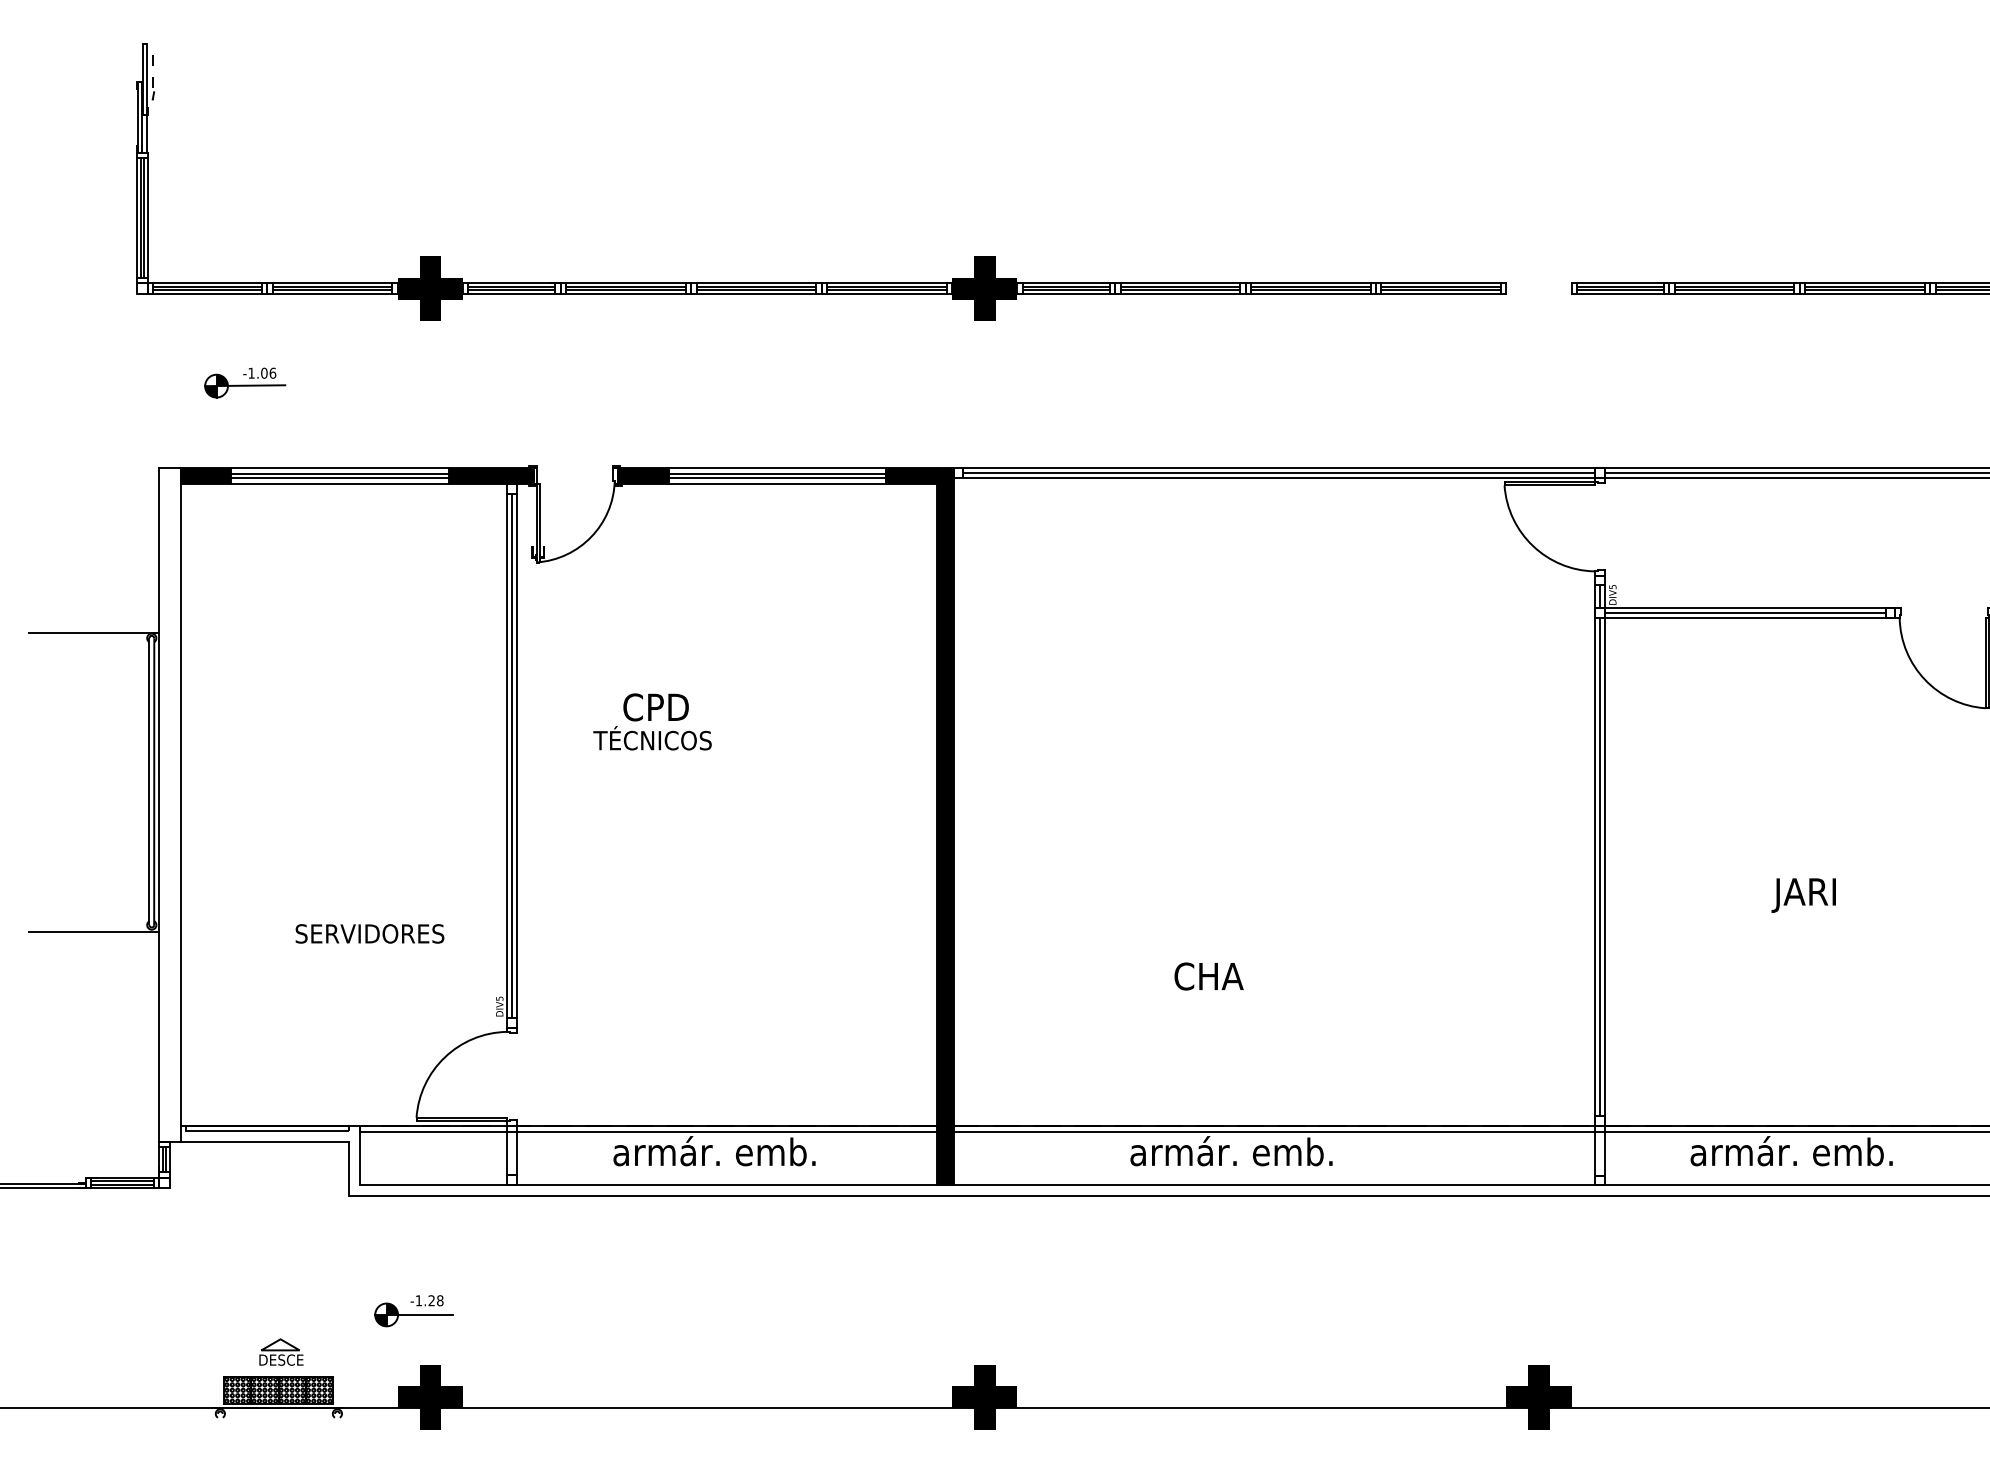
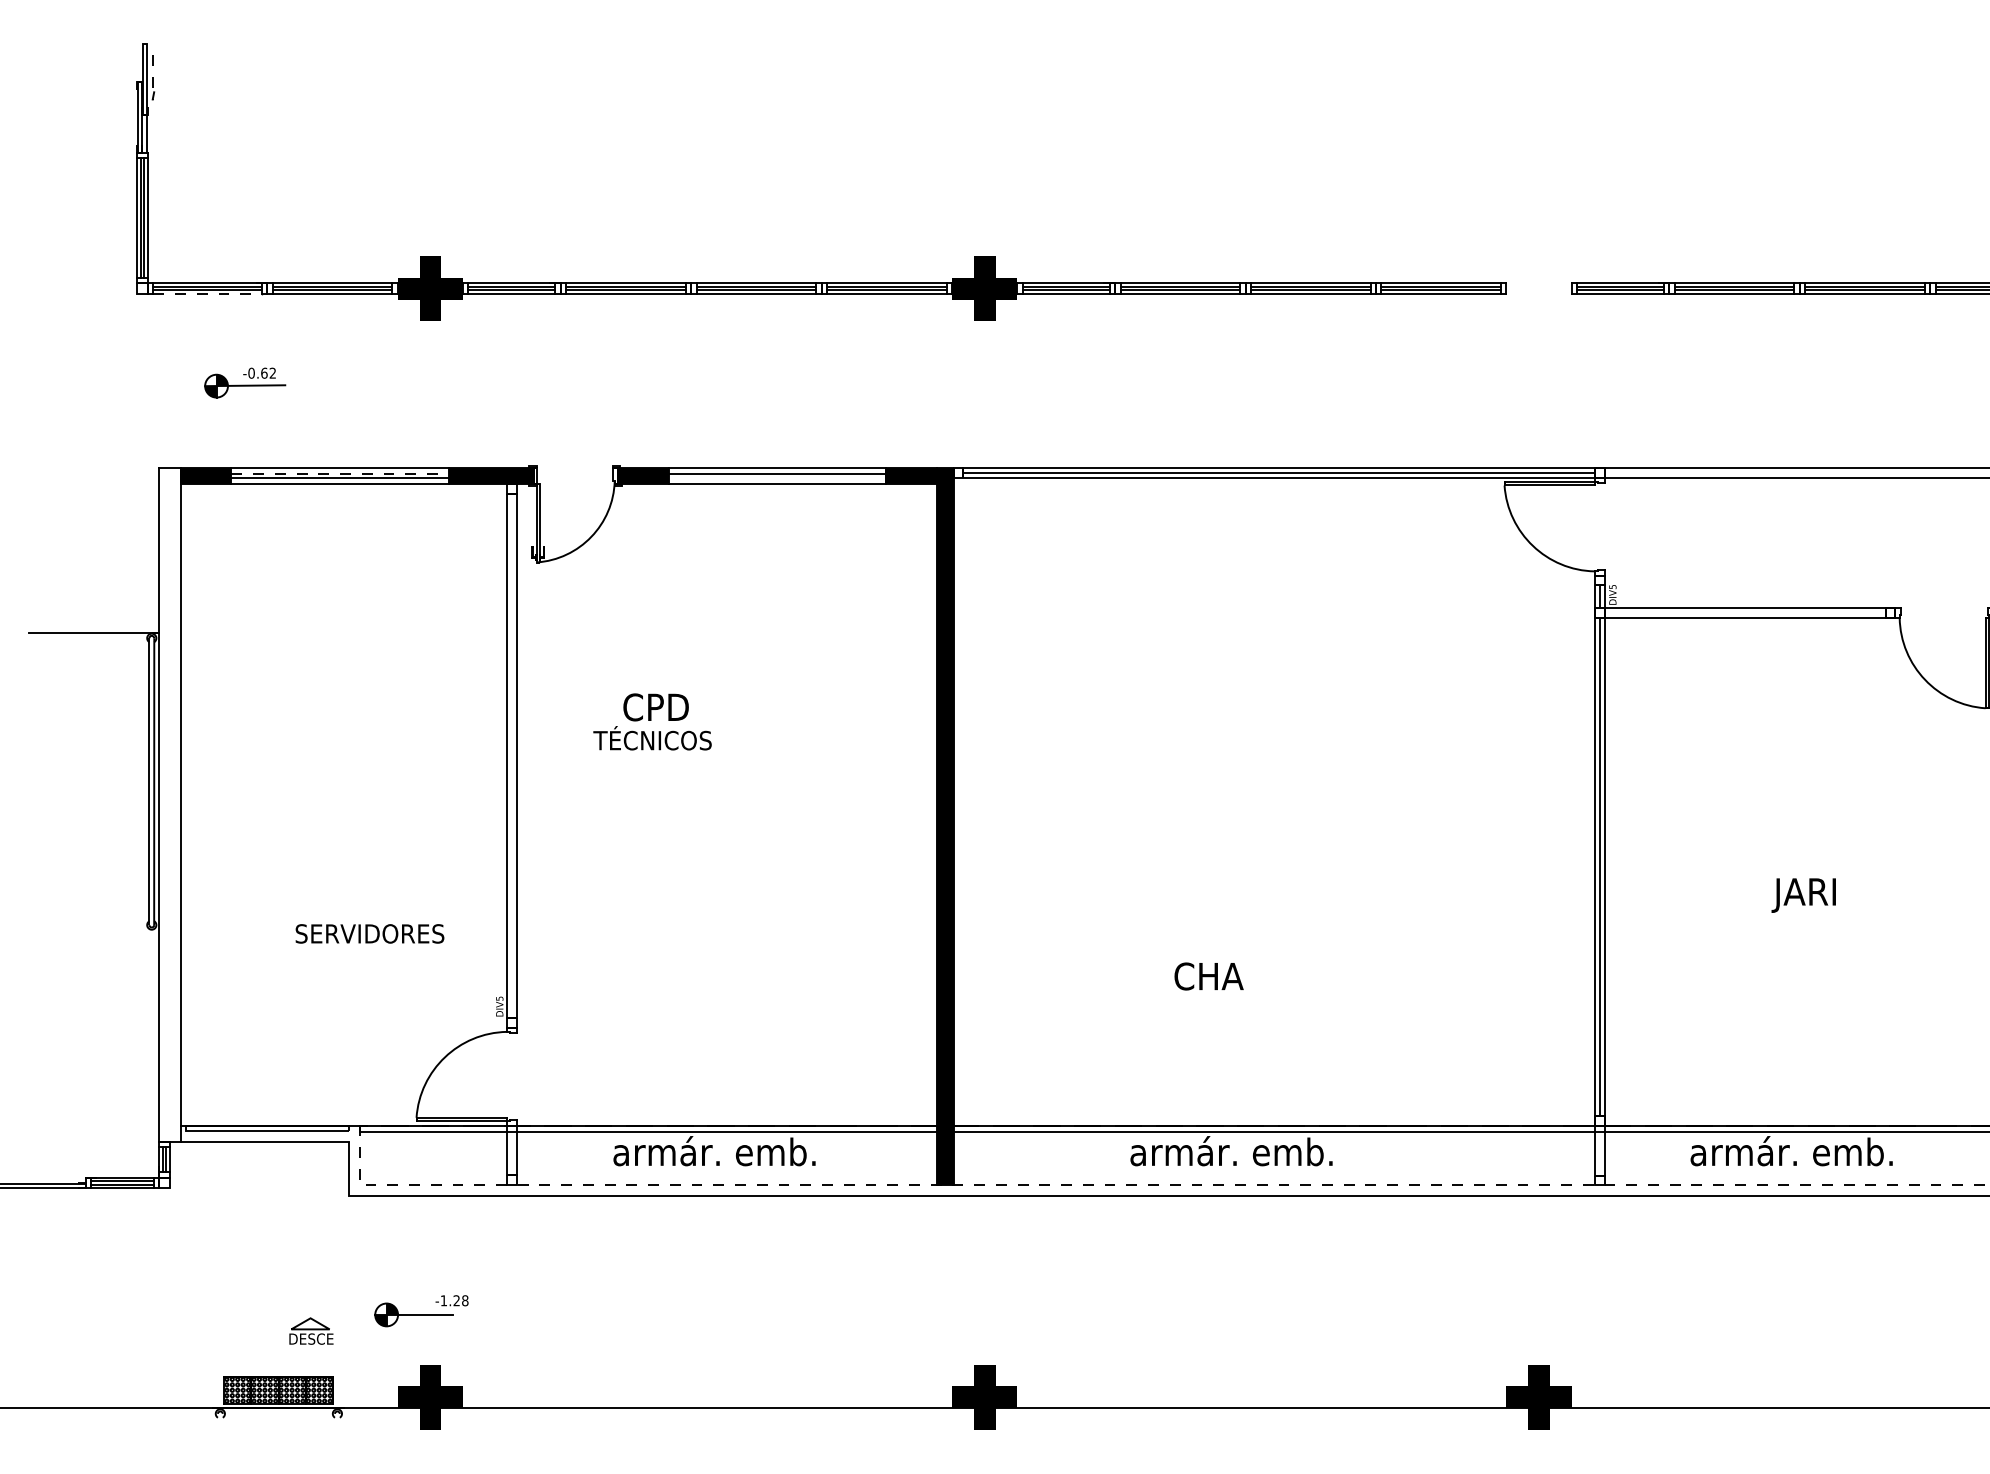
line at (208, 294): solid -> dashed
text at (262, 372): -1.06 -> -0.62
line at (1795, 472): present -> none
line at (340, 473): solid -> dashed
line at (777, 478): present -> none
line at (1744, 613): present -> none
line at (511, 755): present -> none
line at (93, 931): present -> none
line at (1144, 1185): solid -> dashed
text at (426, 1300) position: (426, 1300) -> (451, 1300)
part at (281, 1351) position: (281, 1351) -> (311, 1330)
